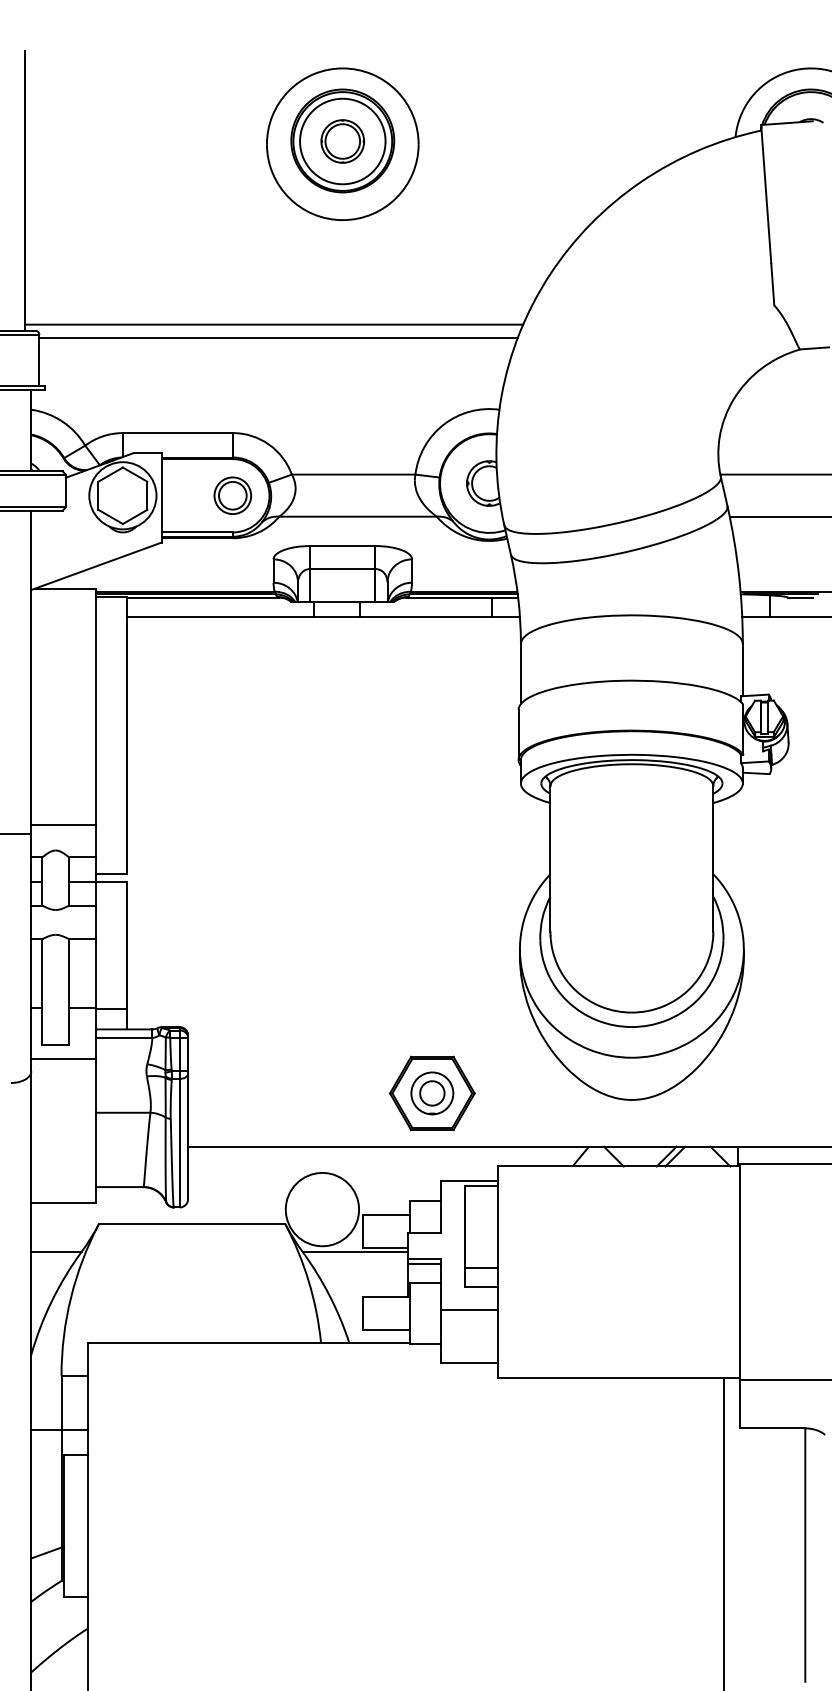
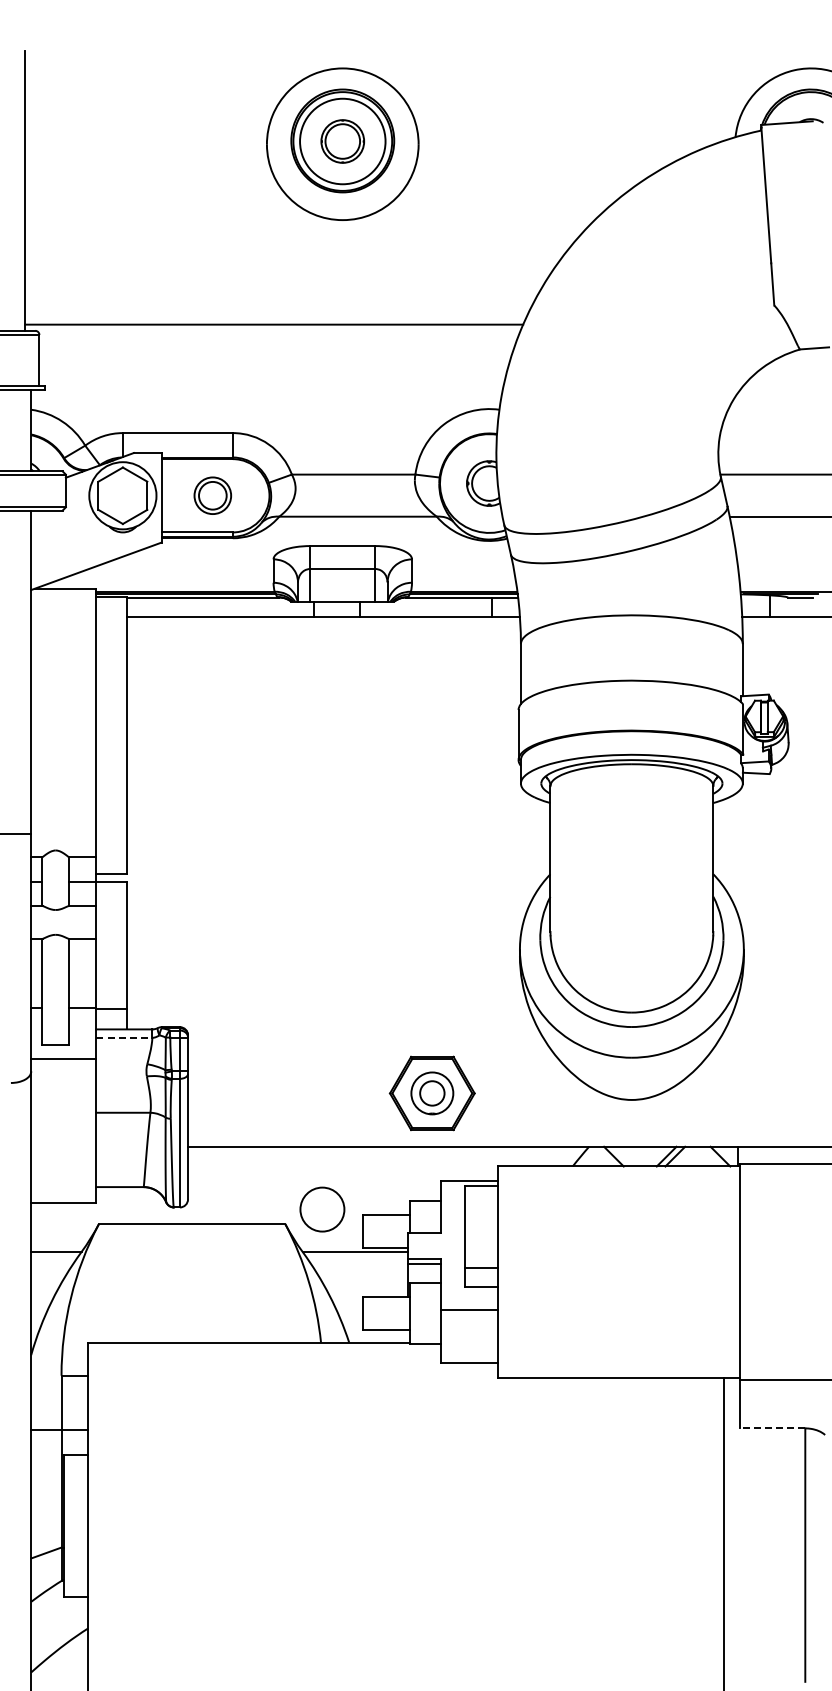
line at (278, 338): present -> none
part at (232, 495) position: (232, 495) -> (212, 495)
line at (63, 824): present -> none
line at (124, 1037): solid -> dashed
circle at (322, 1209) diameter: 73 px -> 44 px
line at (772, 1428): solid -> dashed
